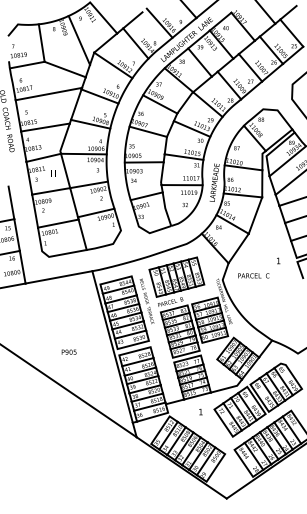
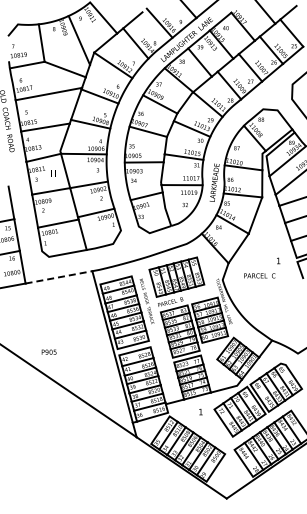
text at (253, 275) position: (253, 275) -> (259, 275)
line at (58, 277): solid -> dashed
text at (68, 351) position: (68, 351) -> (48, 351)
